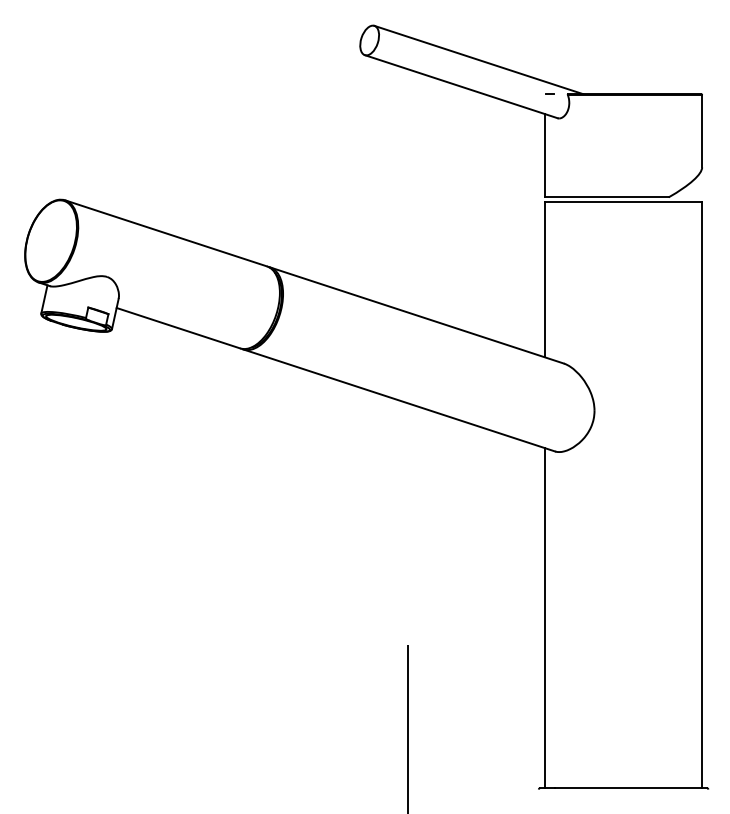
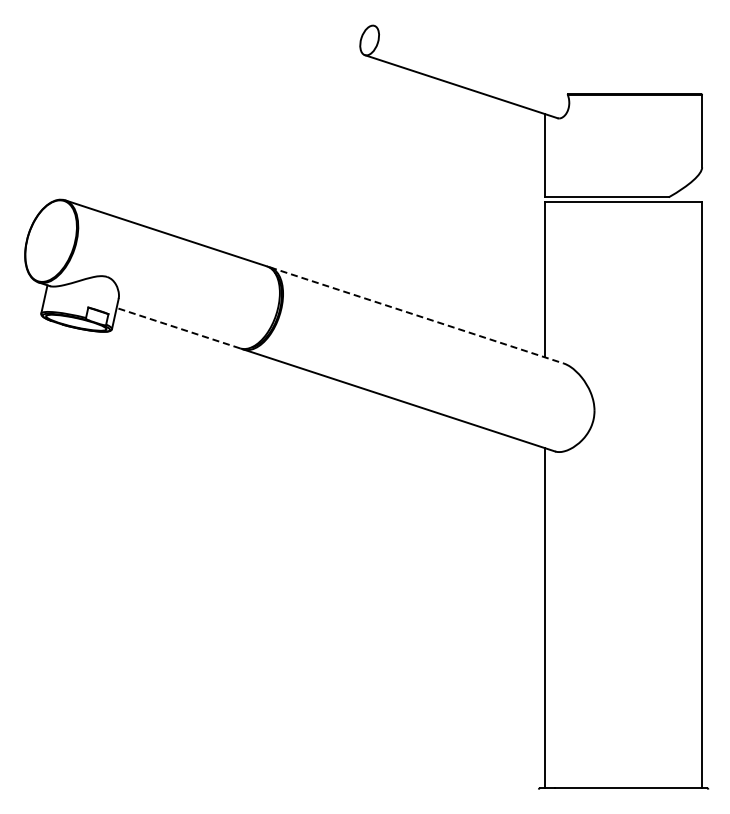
line at (478, 59): present -> none
line at (549, 93): present -> none
line at (417, 315): solid -> dashed
line at (178, 328): solid -> dashed
line at (407, 727): present -> none
